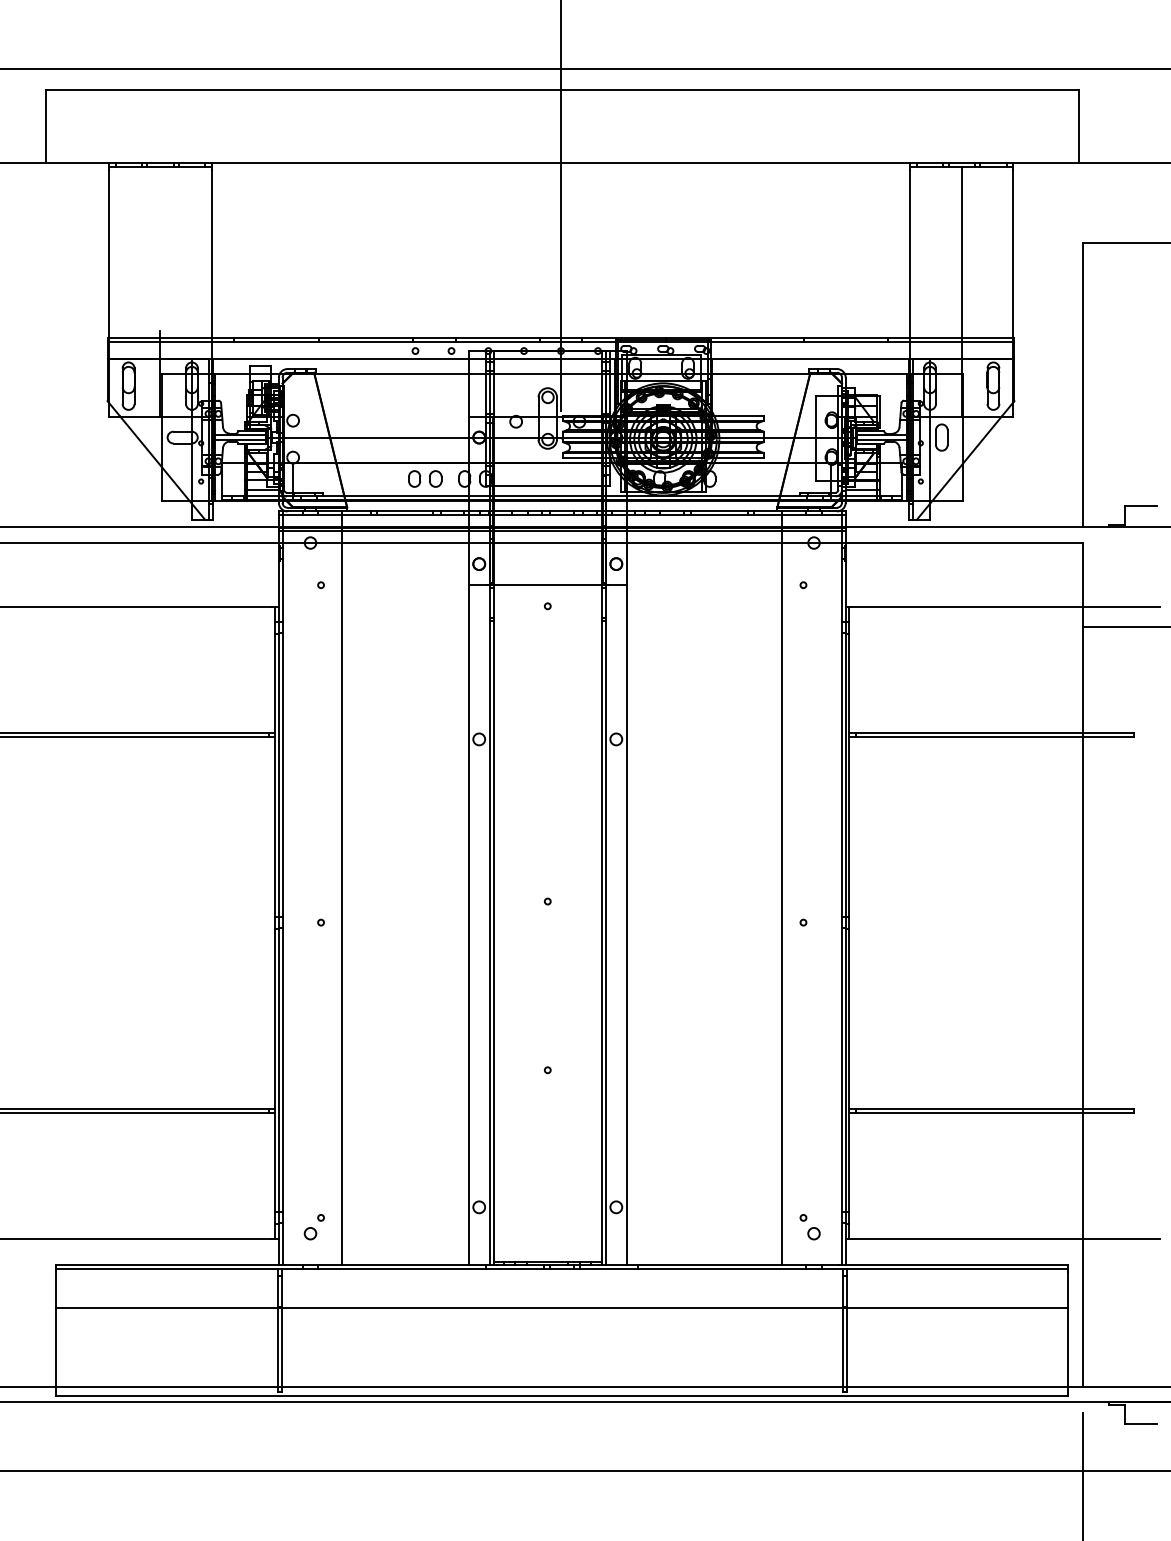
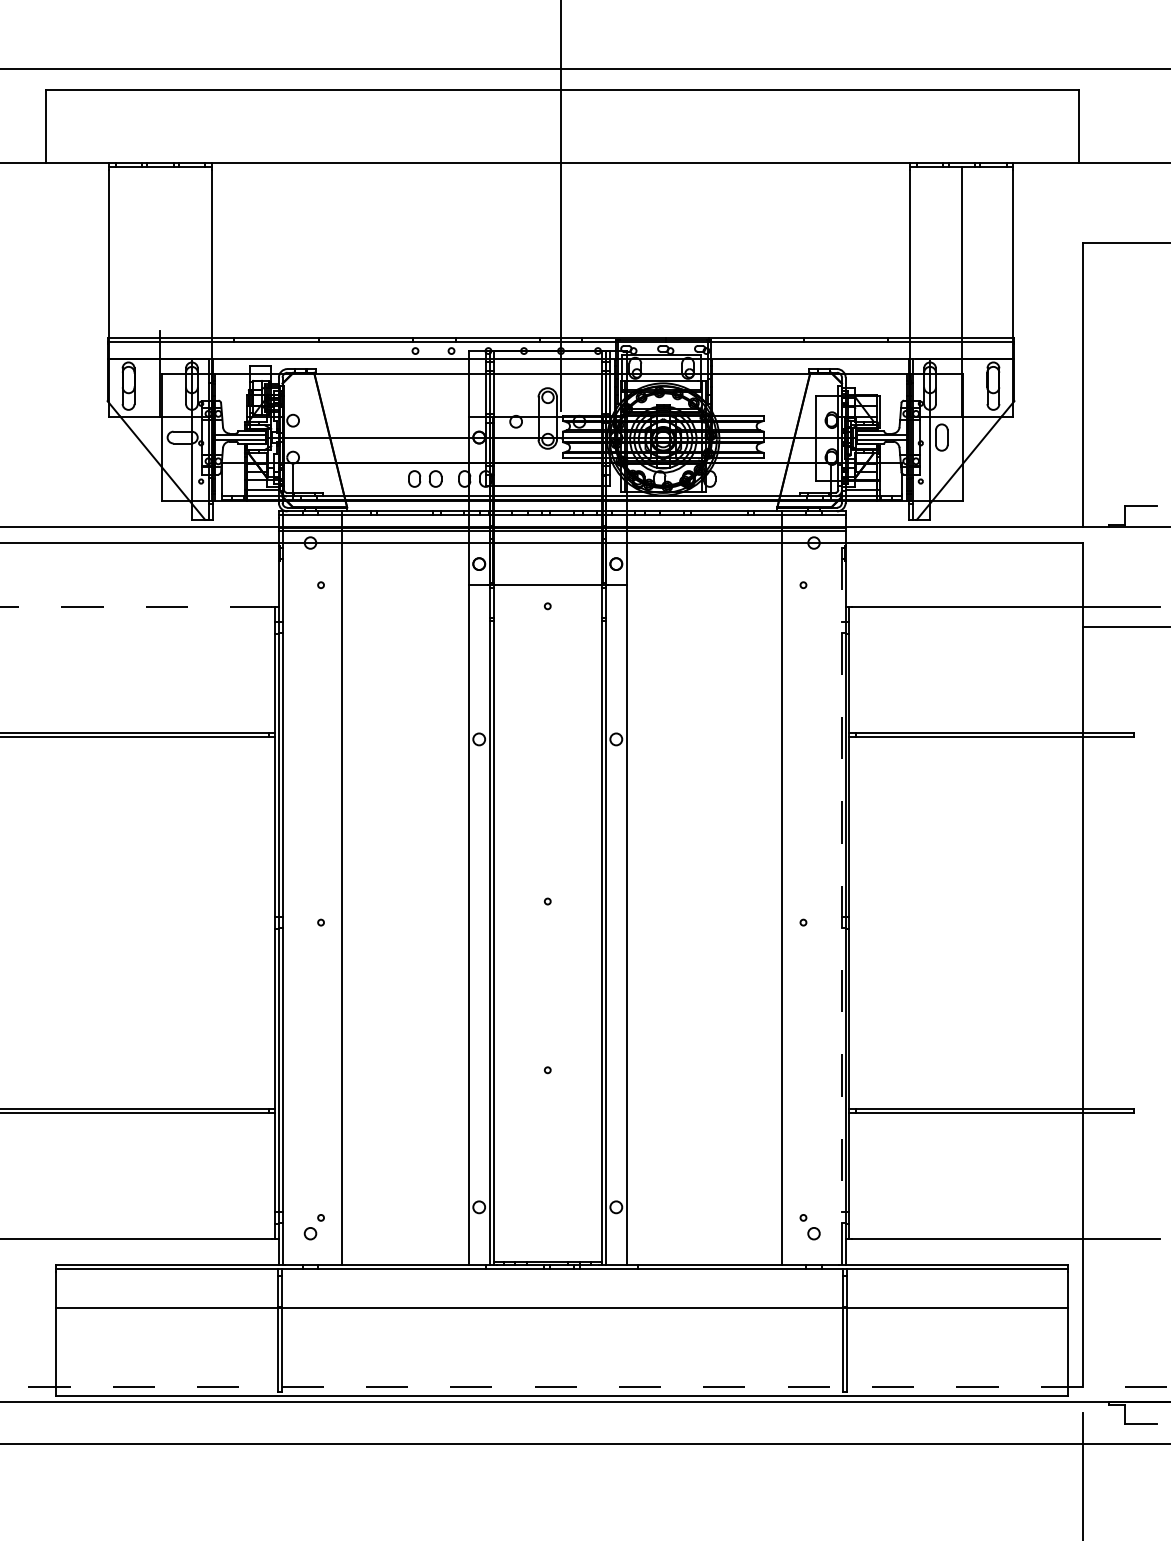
line at (135, 606): solid -> dashed
line at (841, 888): solid -> dashed
line at (585, 1386): solid -> dashed
line at (584, 1470) position: (584, 1470) -> (584, 1443)
